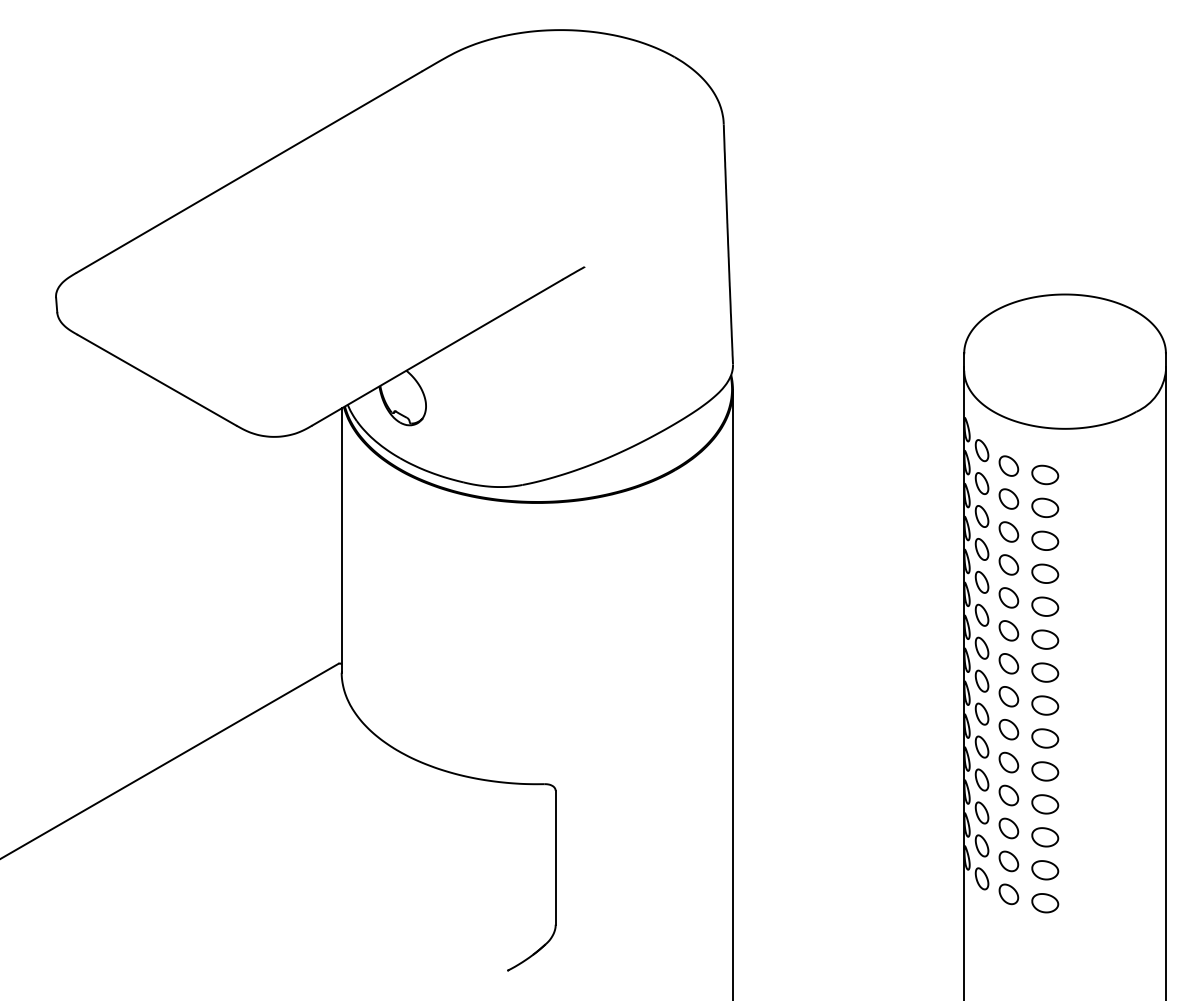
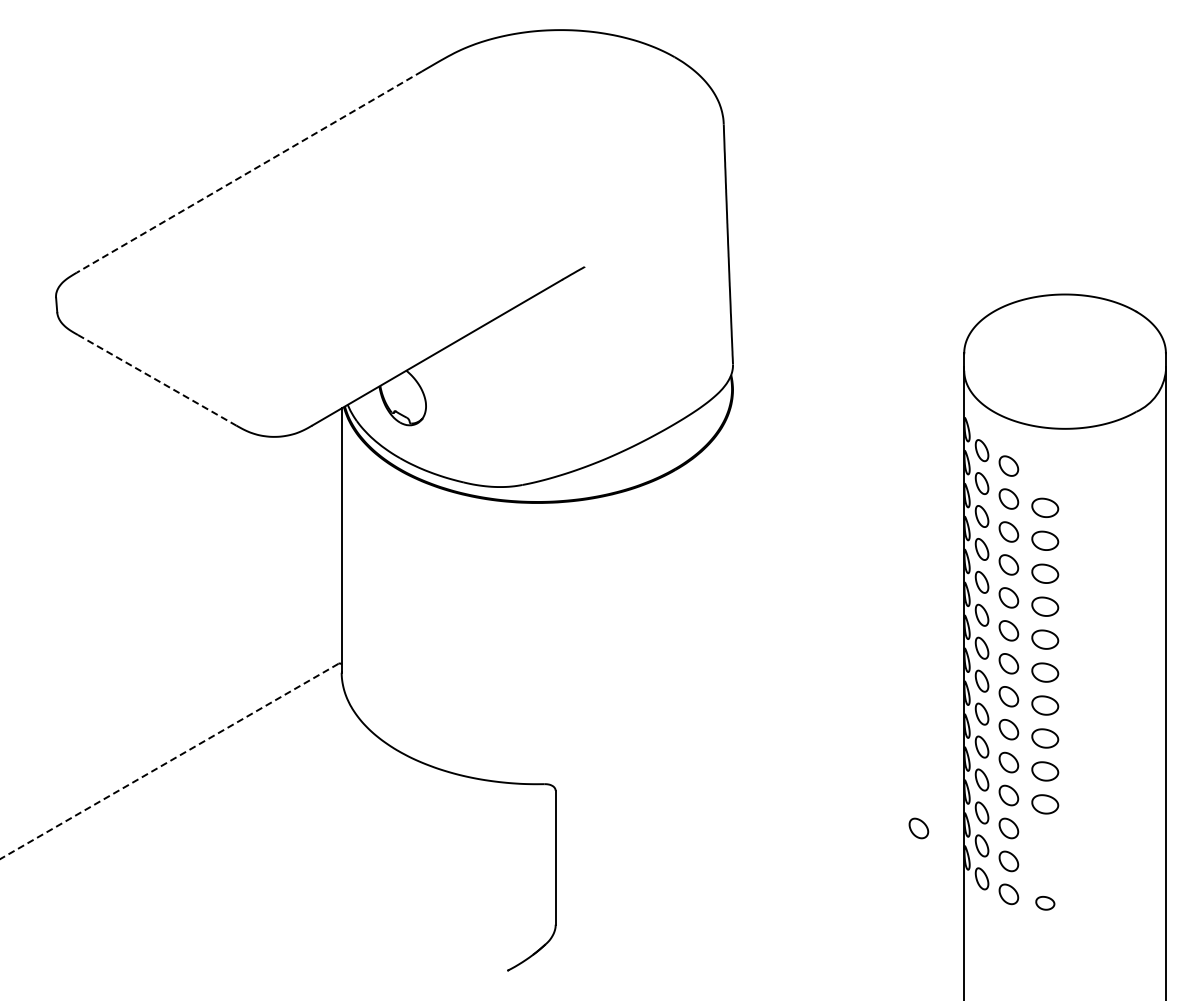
line at (249, 172): solid -> dashed
line at (157, 380): solid -> dashed
part at (1045, 474): present -> none
line at (733, 693): present -> none
line at (169, 761): solid -> dashed
part at (918, 828): none -> present
part at (1045, 837): present -> none
part at (1045, 870): present -> none
part at (1045, 903) size: 29x21 px -> 21x15 px
